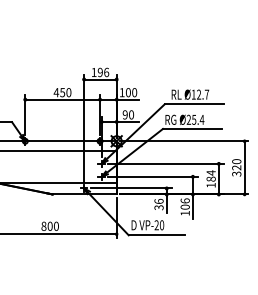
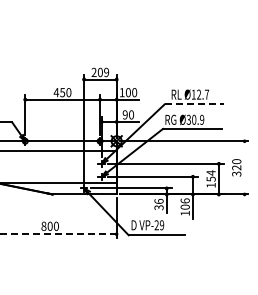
text at (100, 72): 196 -> 209
line at (194, 104): solid -> dashed
text at (195, 119): Ø25.4 -> Ø30.9
line at (244, 167): present -> none
text at (210, 178): 184 -> 154
text at (161, 225): VP-20 -> VP-29
line at (58, 234): solid -> dashed
